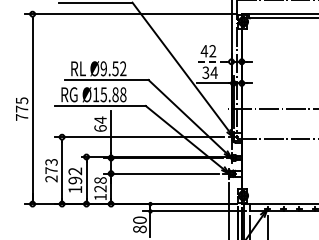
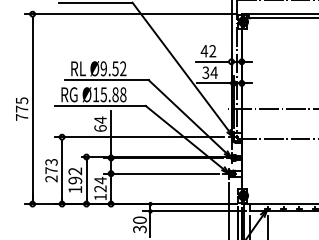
line at (211, 61): dashed -> solid
text at (100, 180): 128 -> 124
text at (139, 229): 80 -> 30
